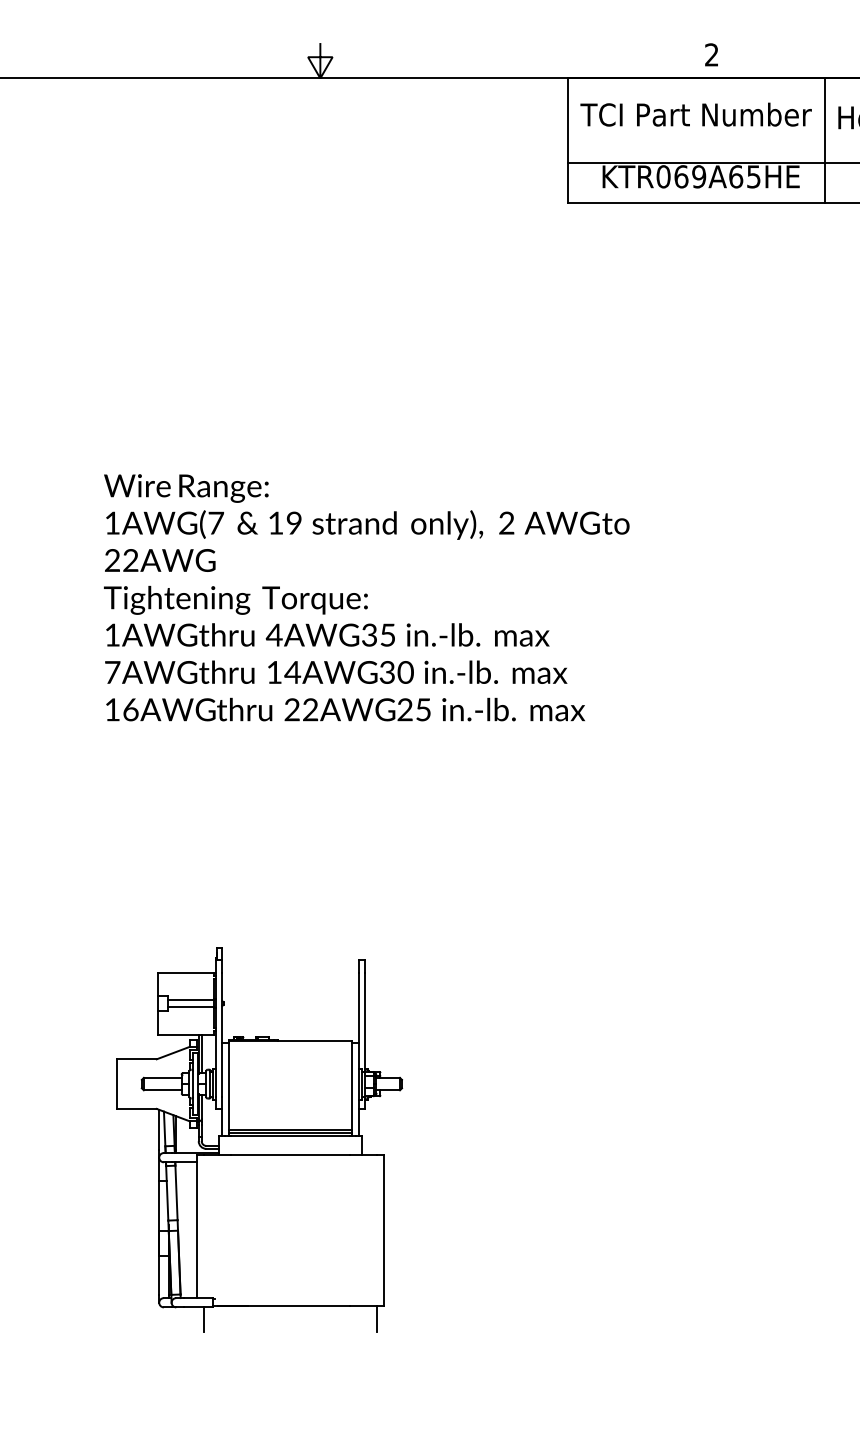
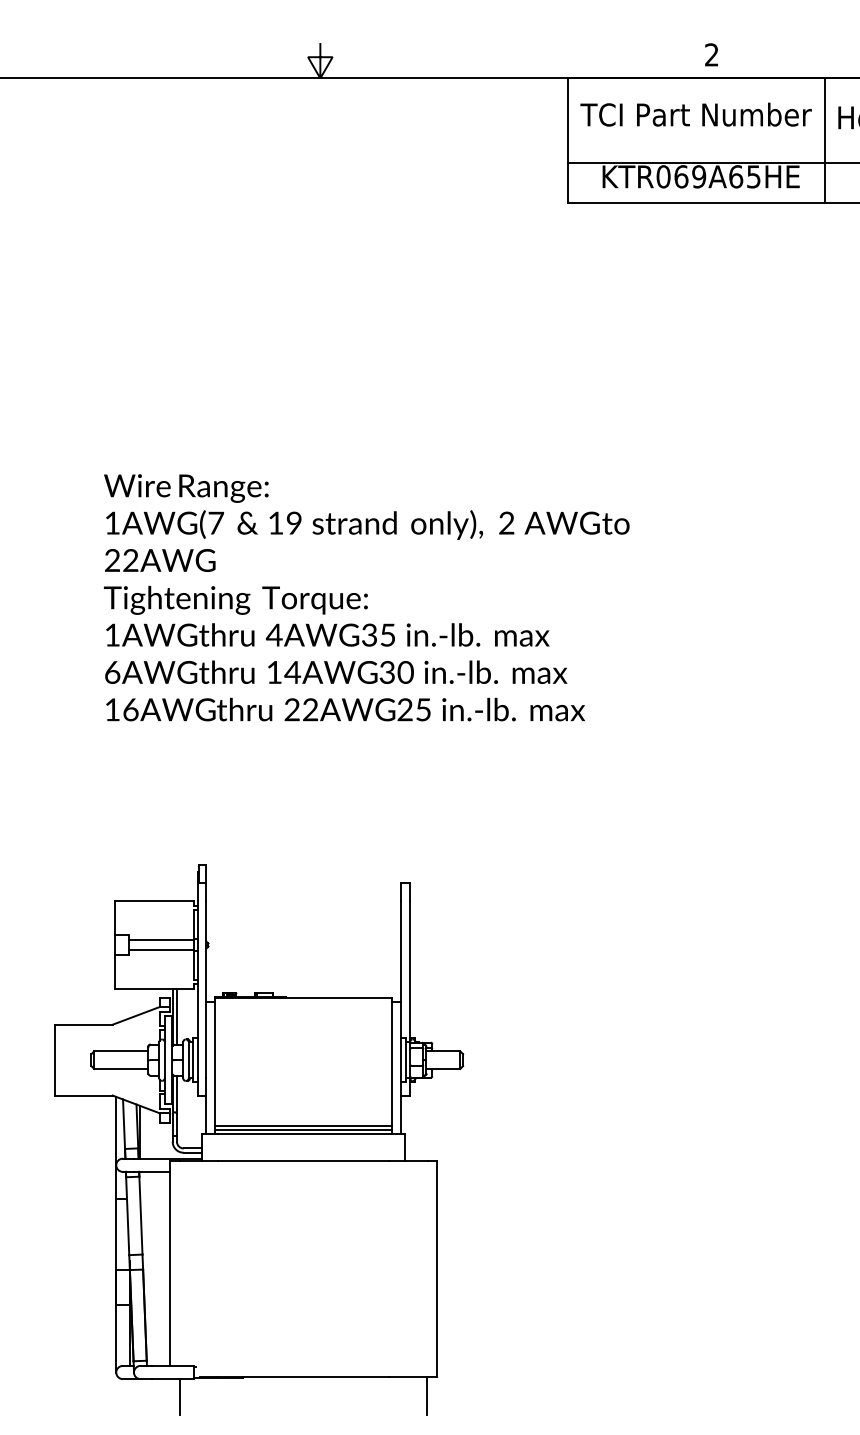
text at (112, 672): 7AWG -> 6AWG
part at (259, 1139) size: 288x386 px -> 411x552 px
